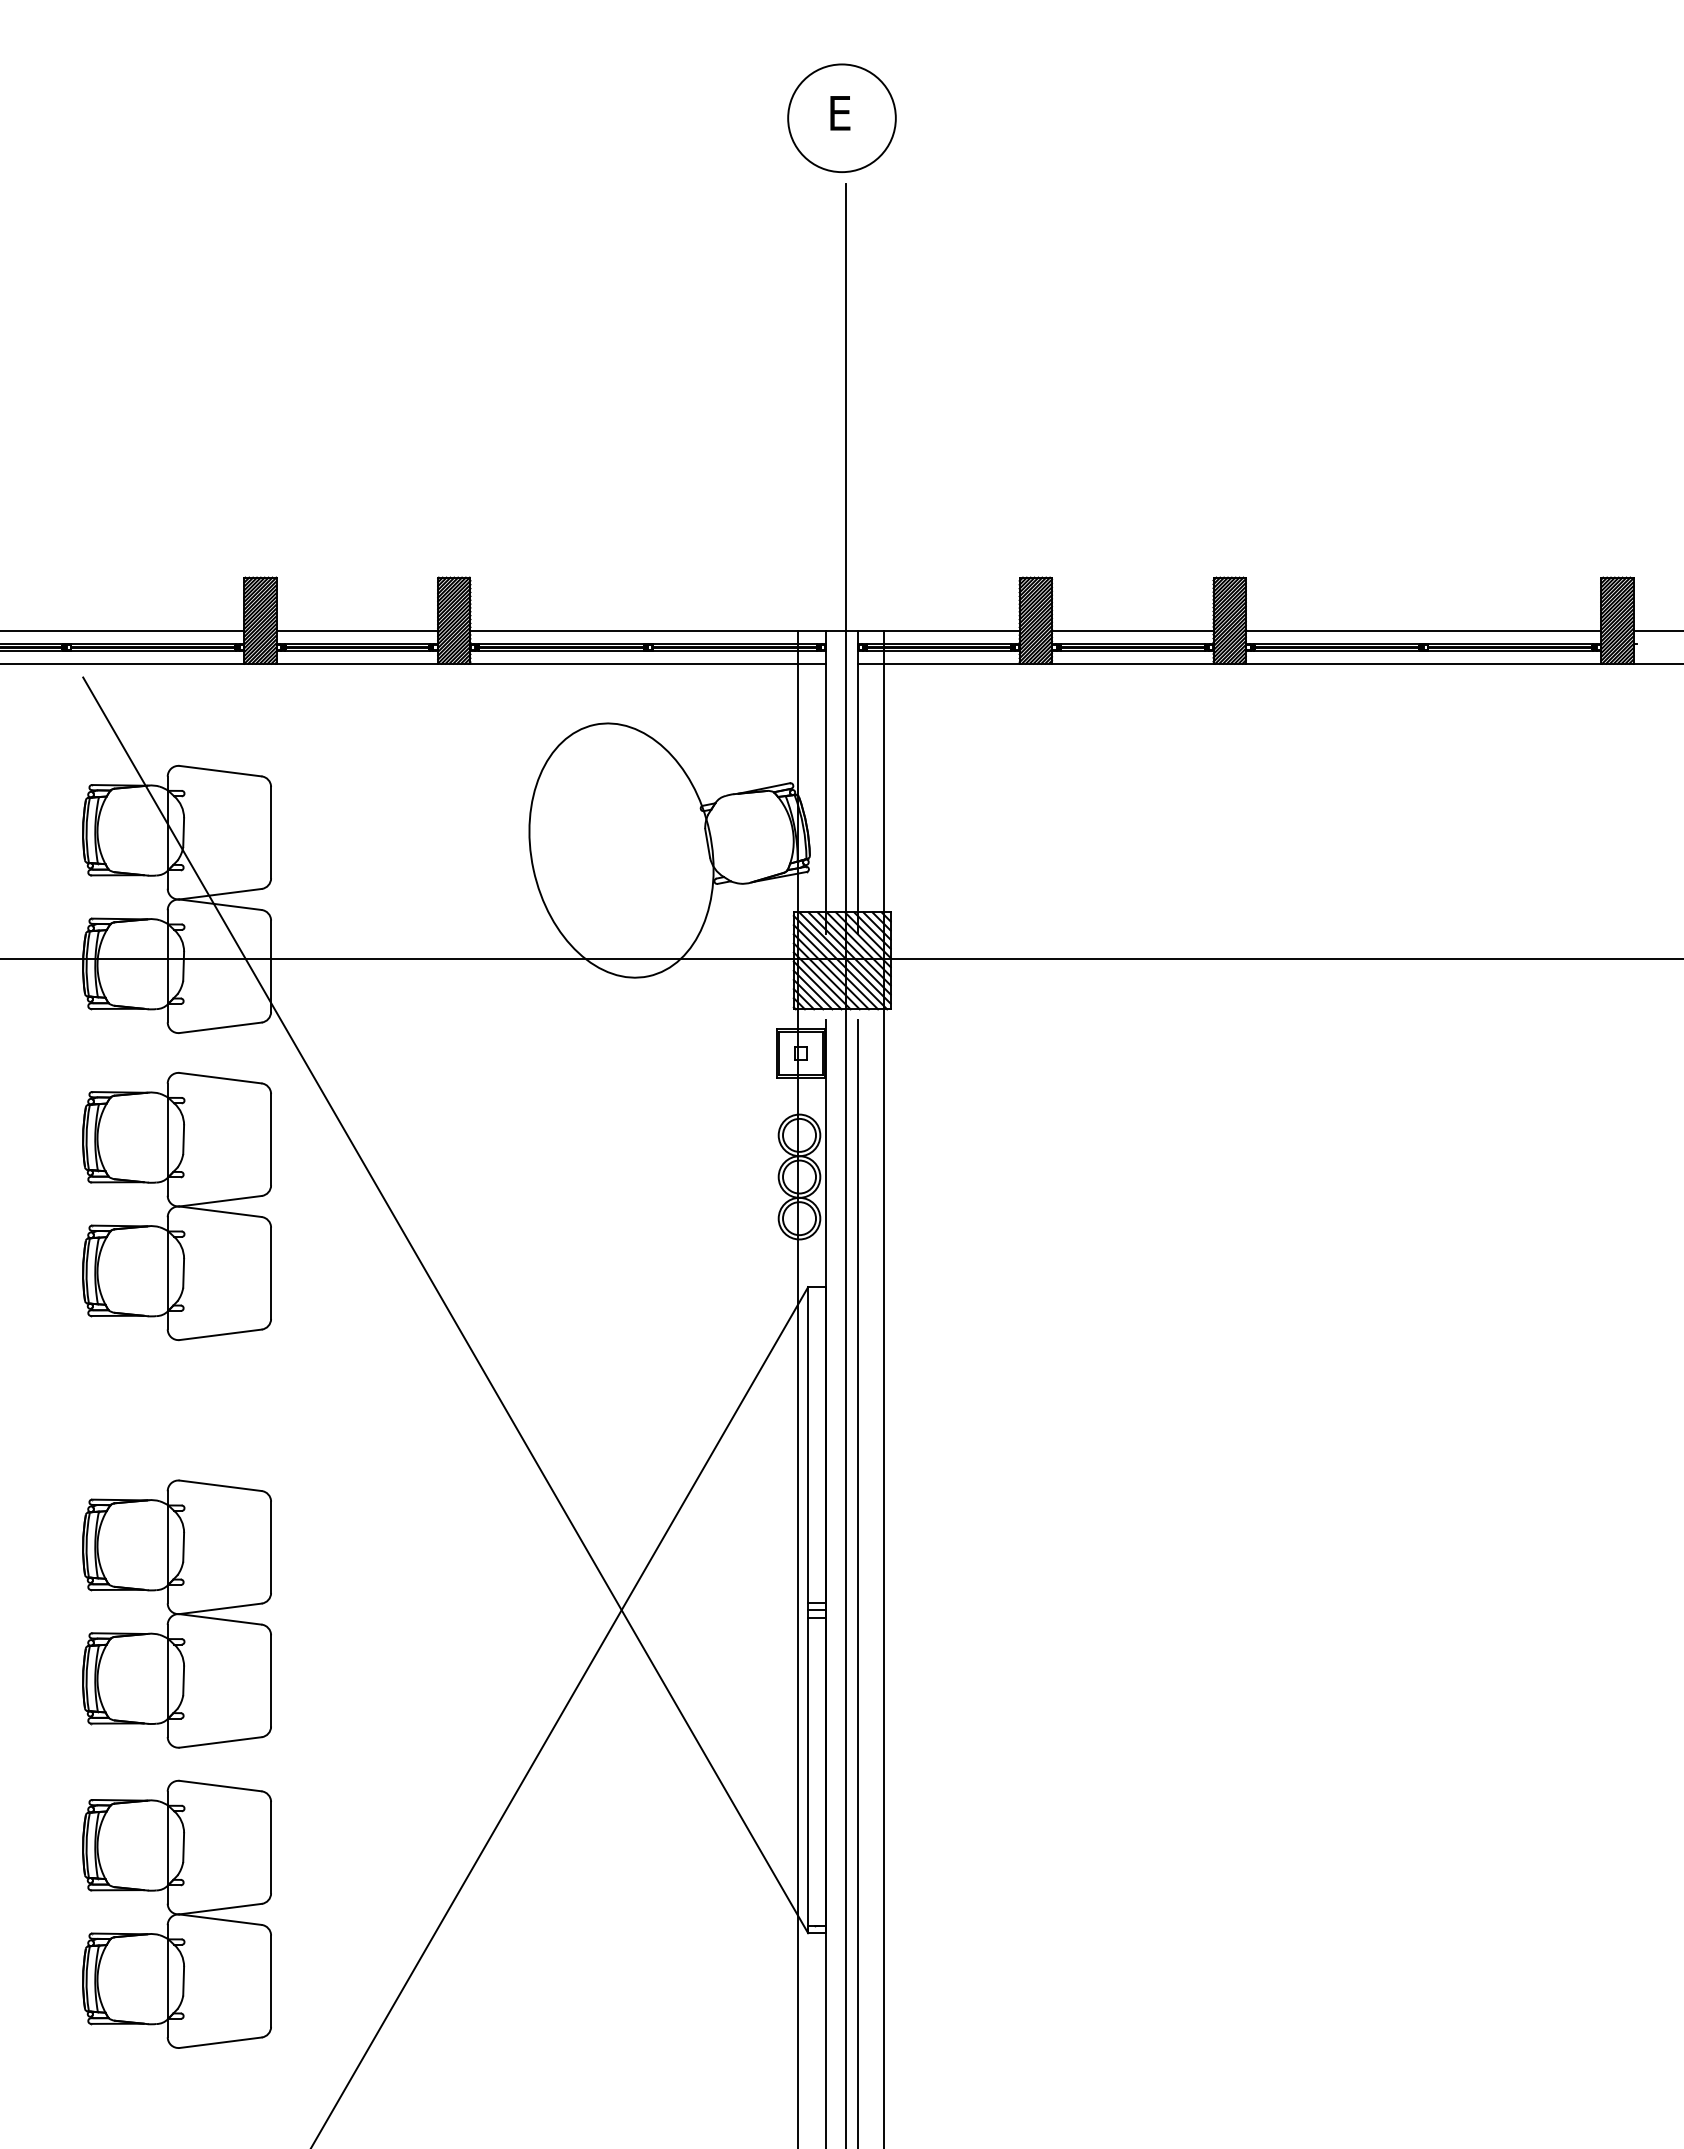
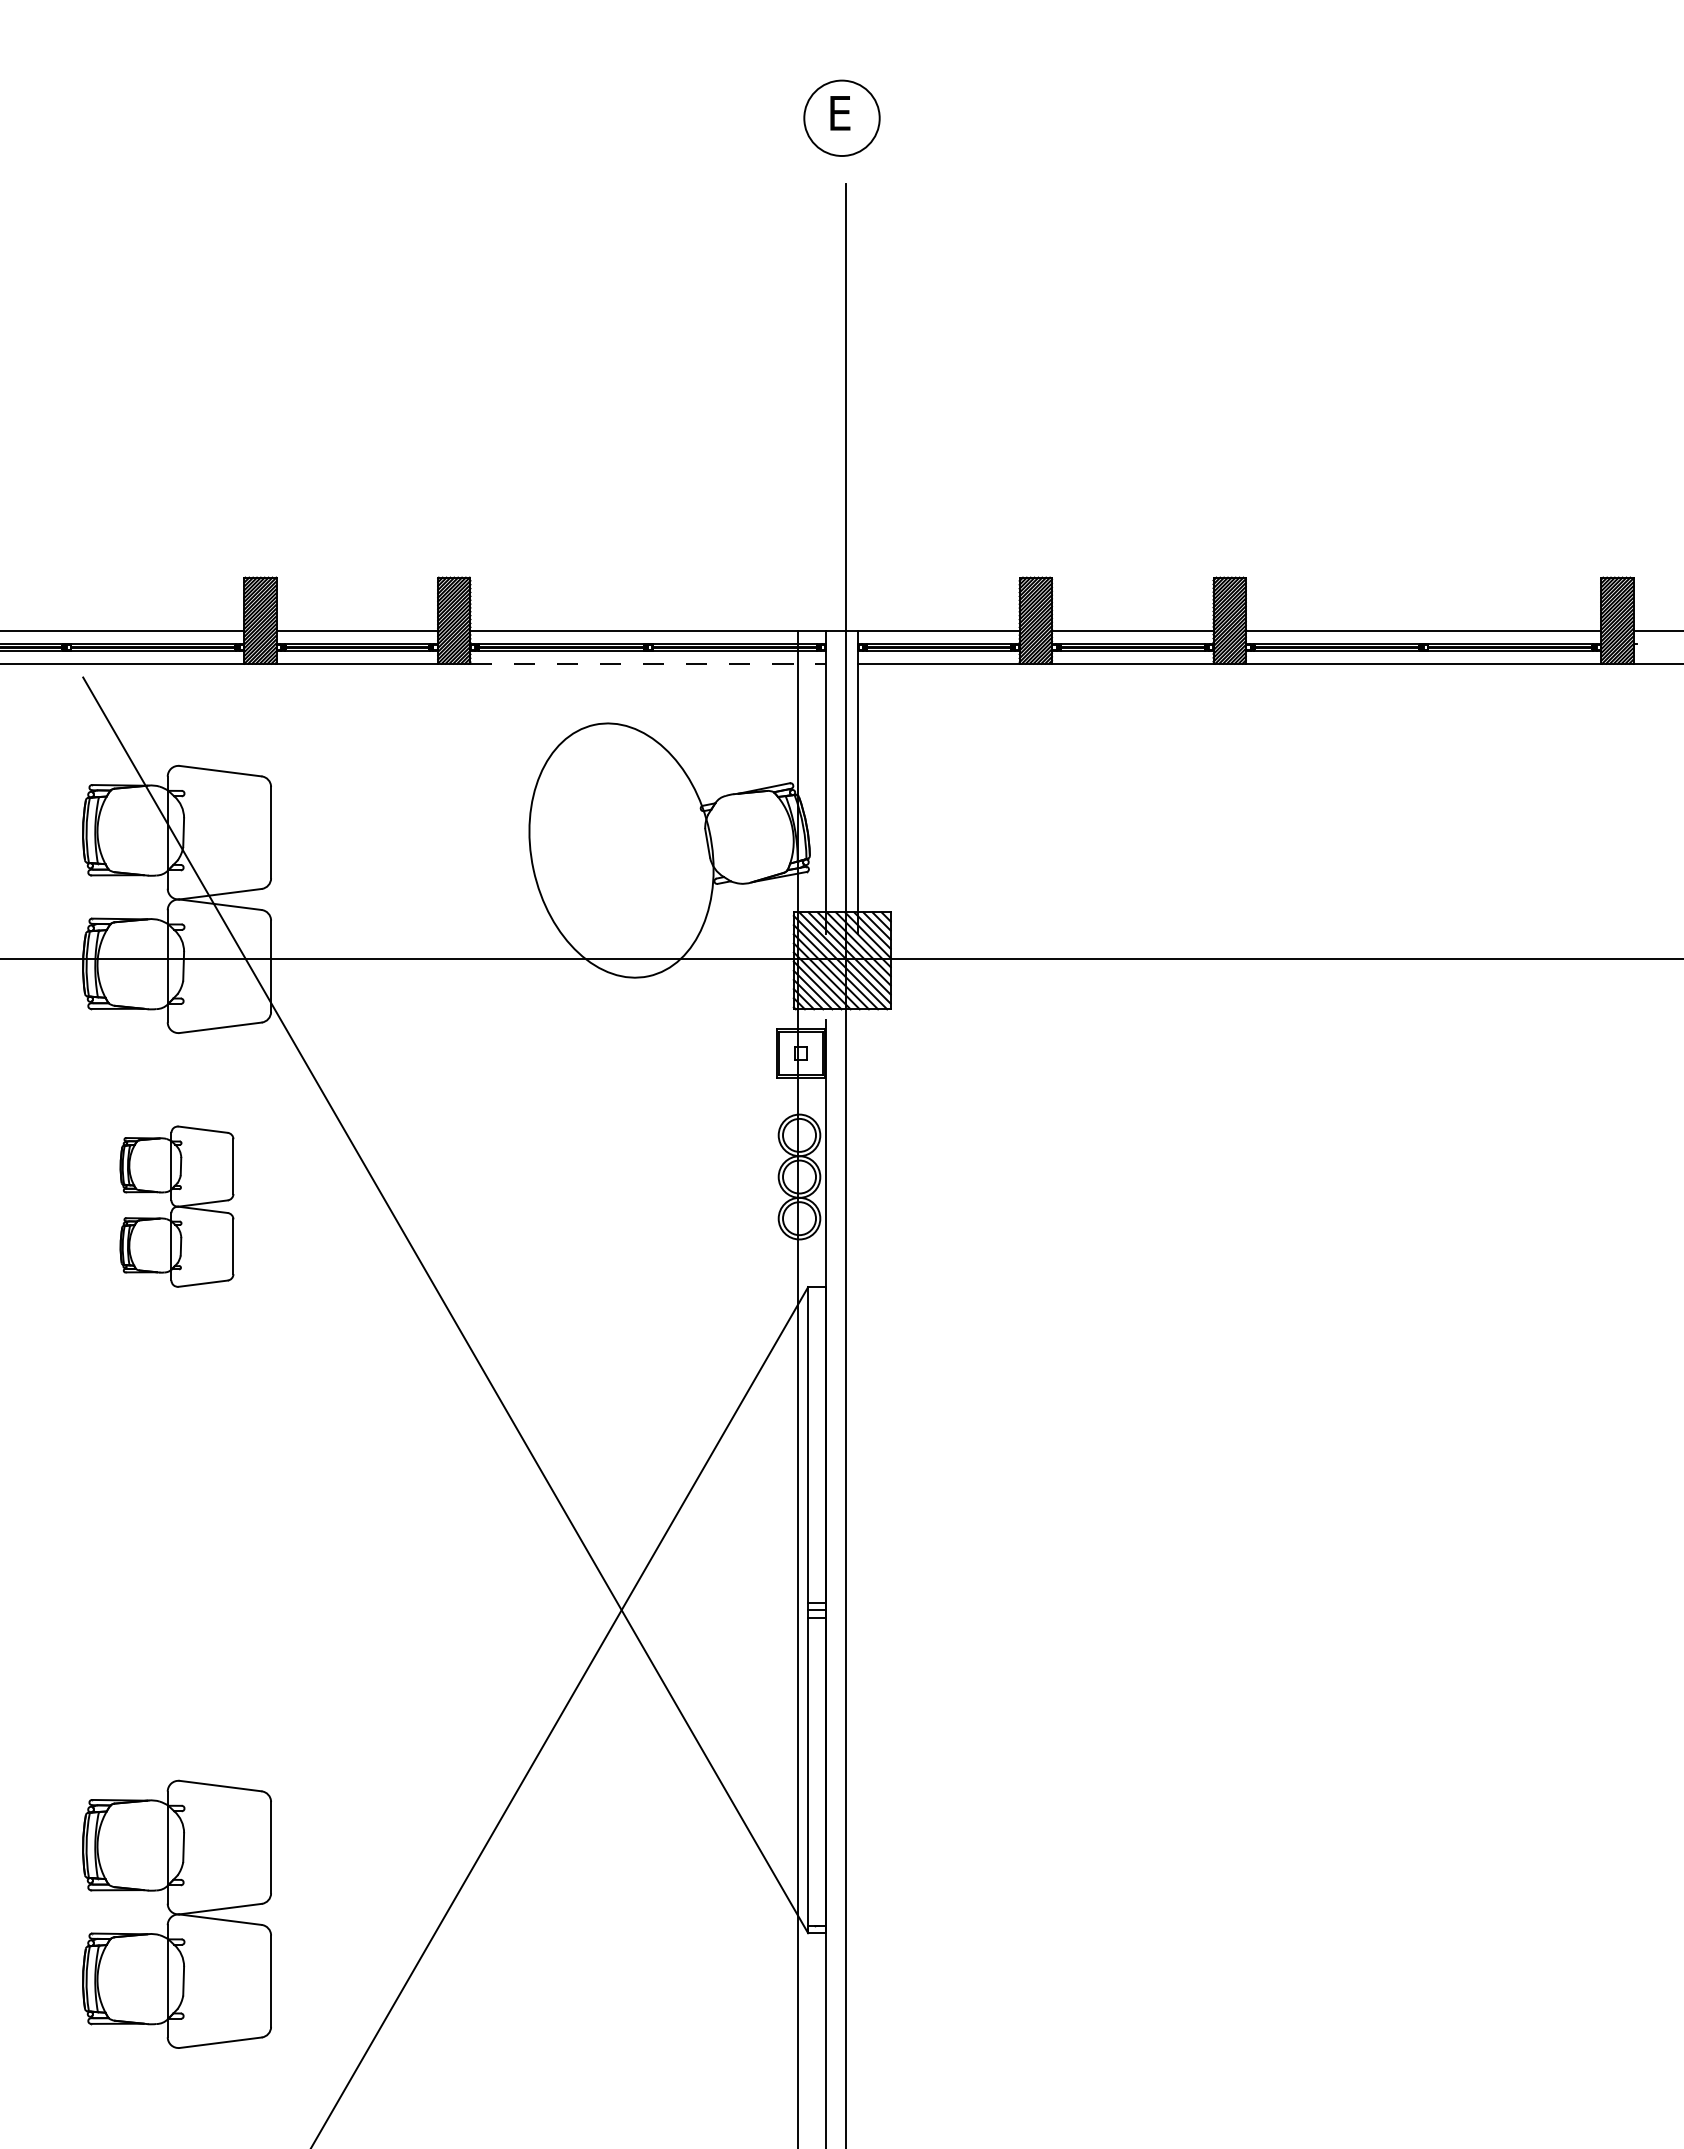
circle at (841, 118) diameter: 108 px -> 75 px
line at (648, 663): solid -> dashed
part at (176, 1206) size: 190x270 px -> 116x163 px
line at (884, 1388): present -> none
line at (858, 1582): present -> none
part at (176, 1613): present -> none
